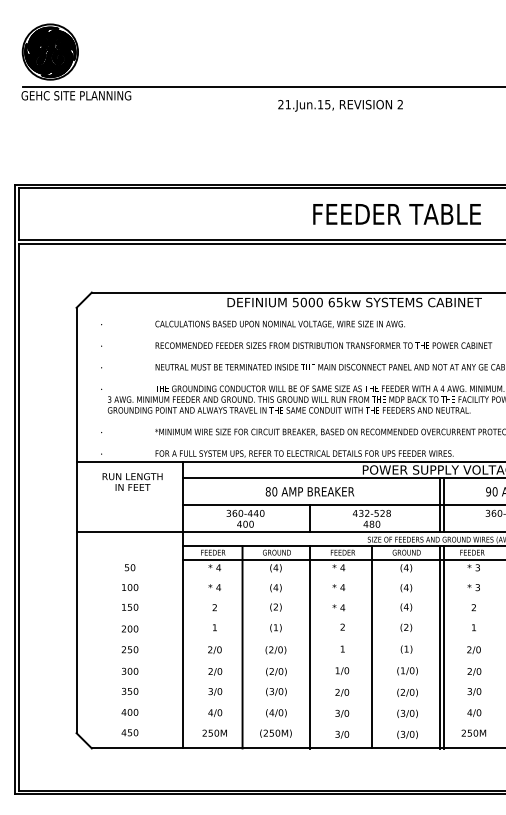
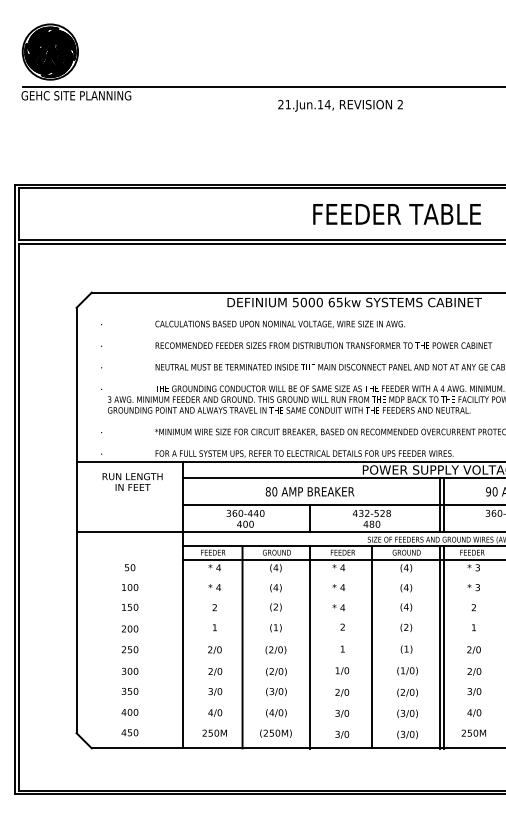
text at (327, 104): 21.Jun.15, -> 21.Jun.14,
